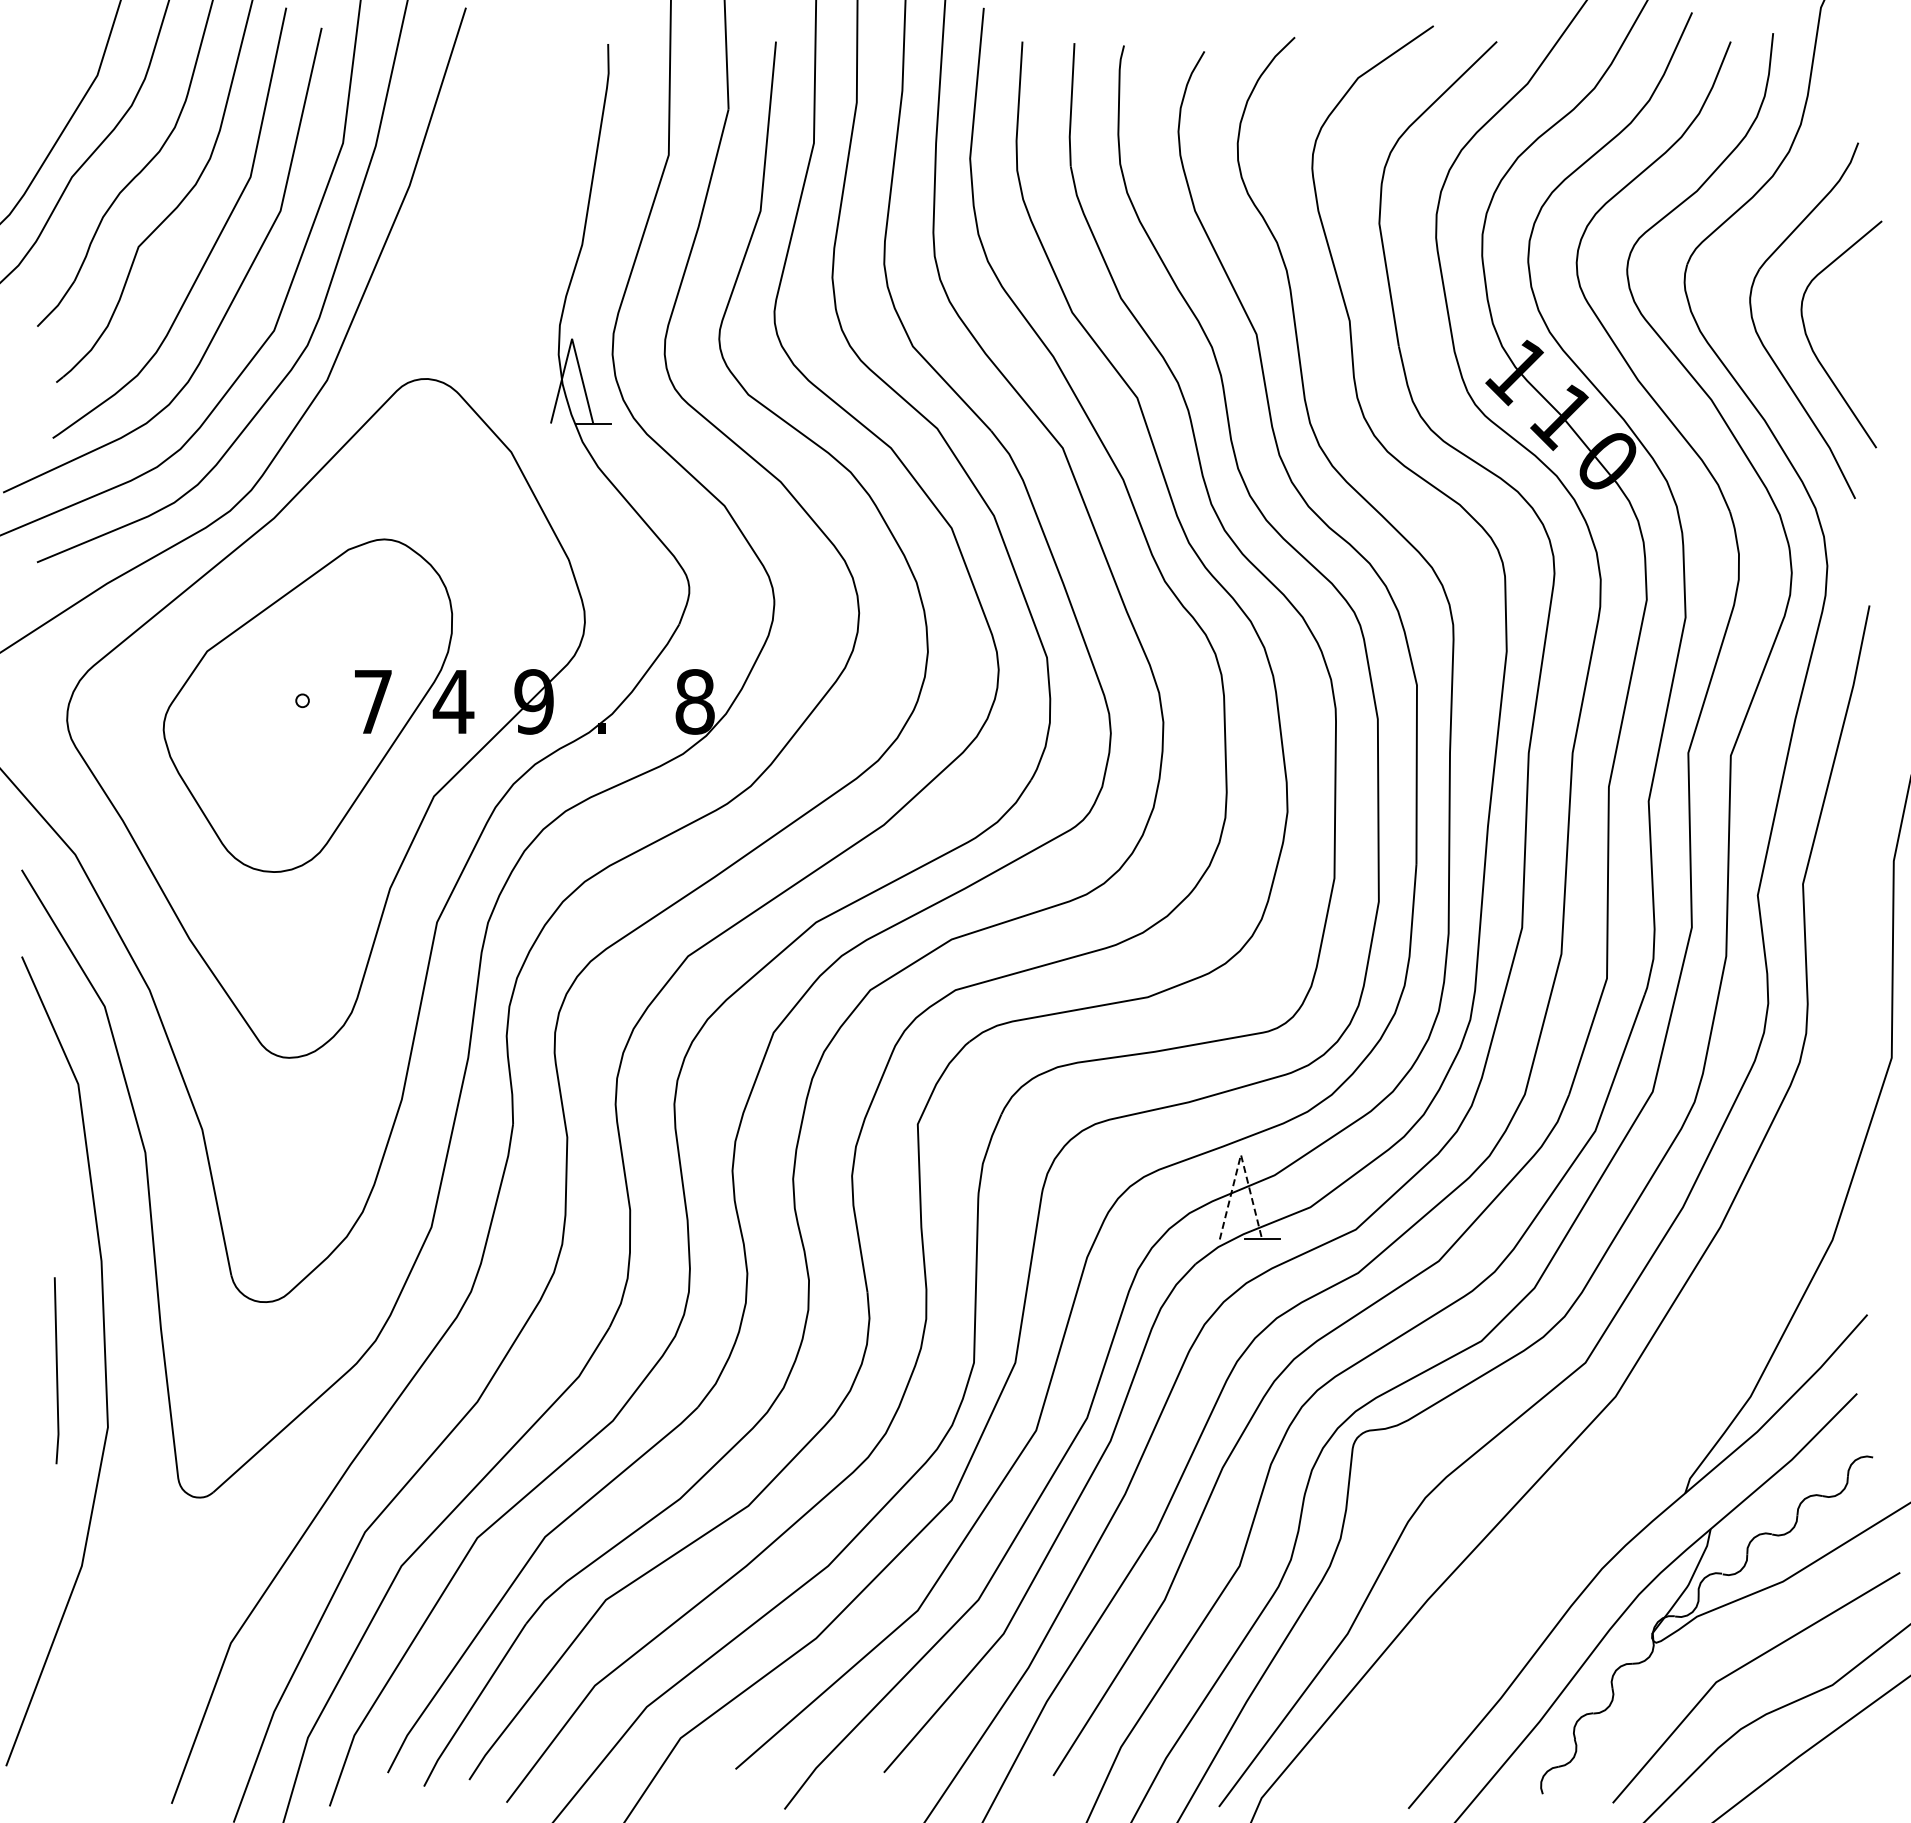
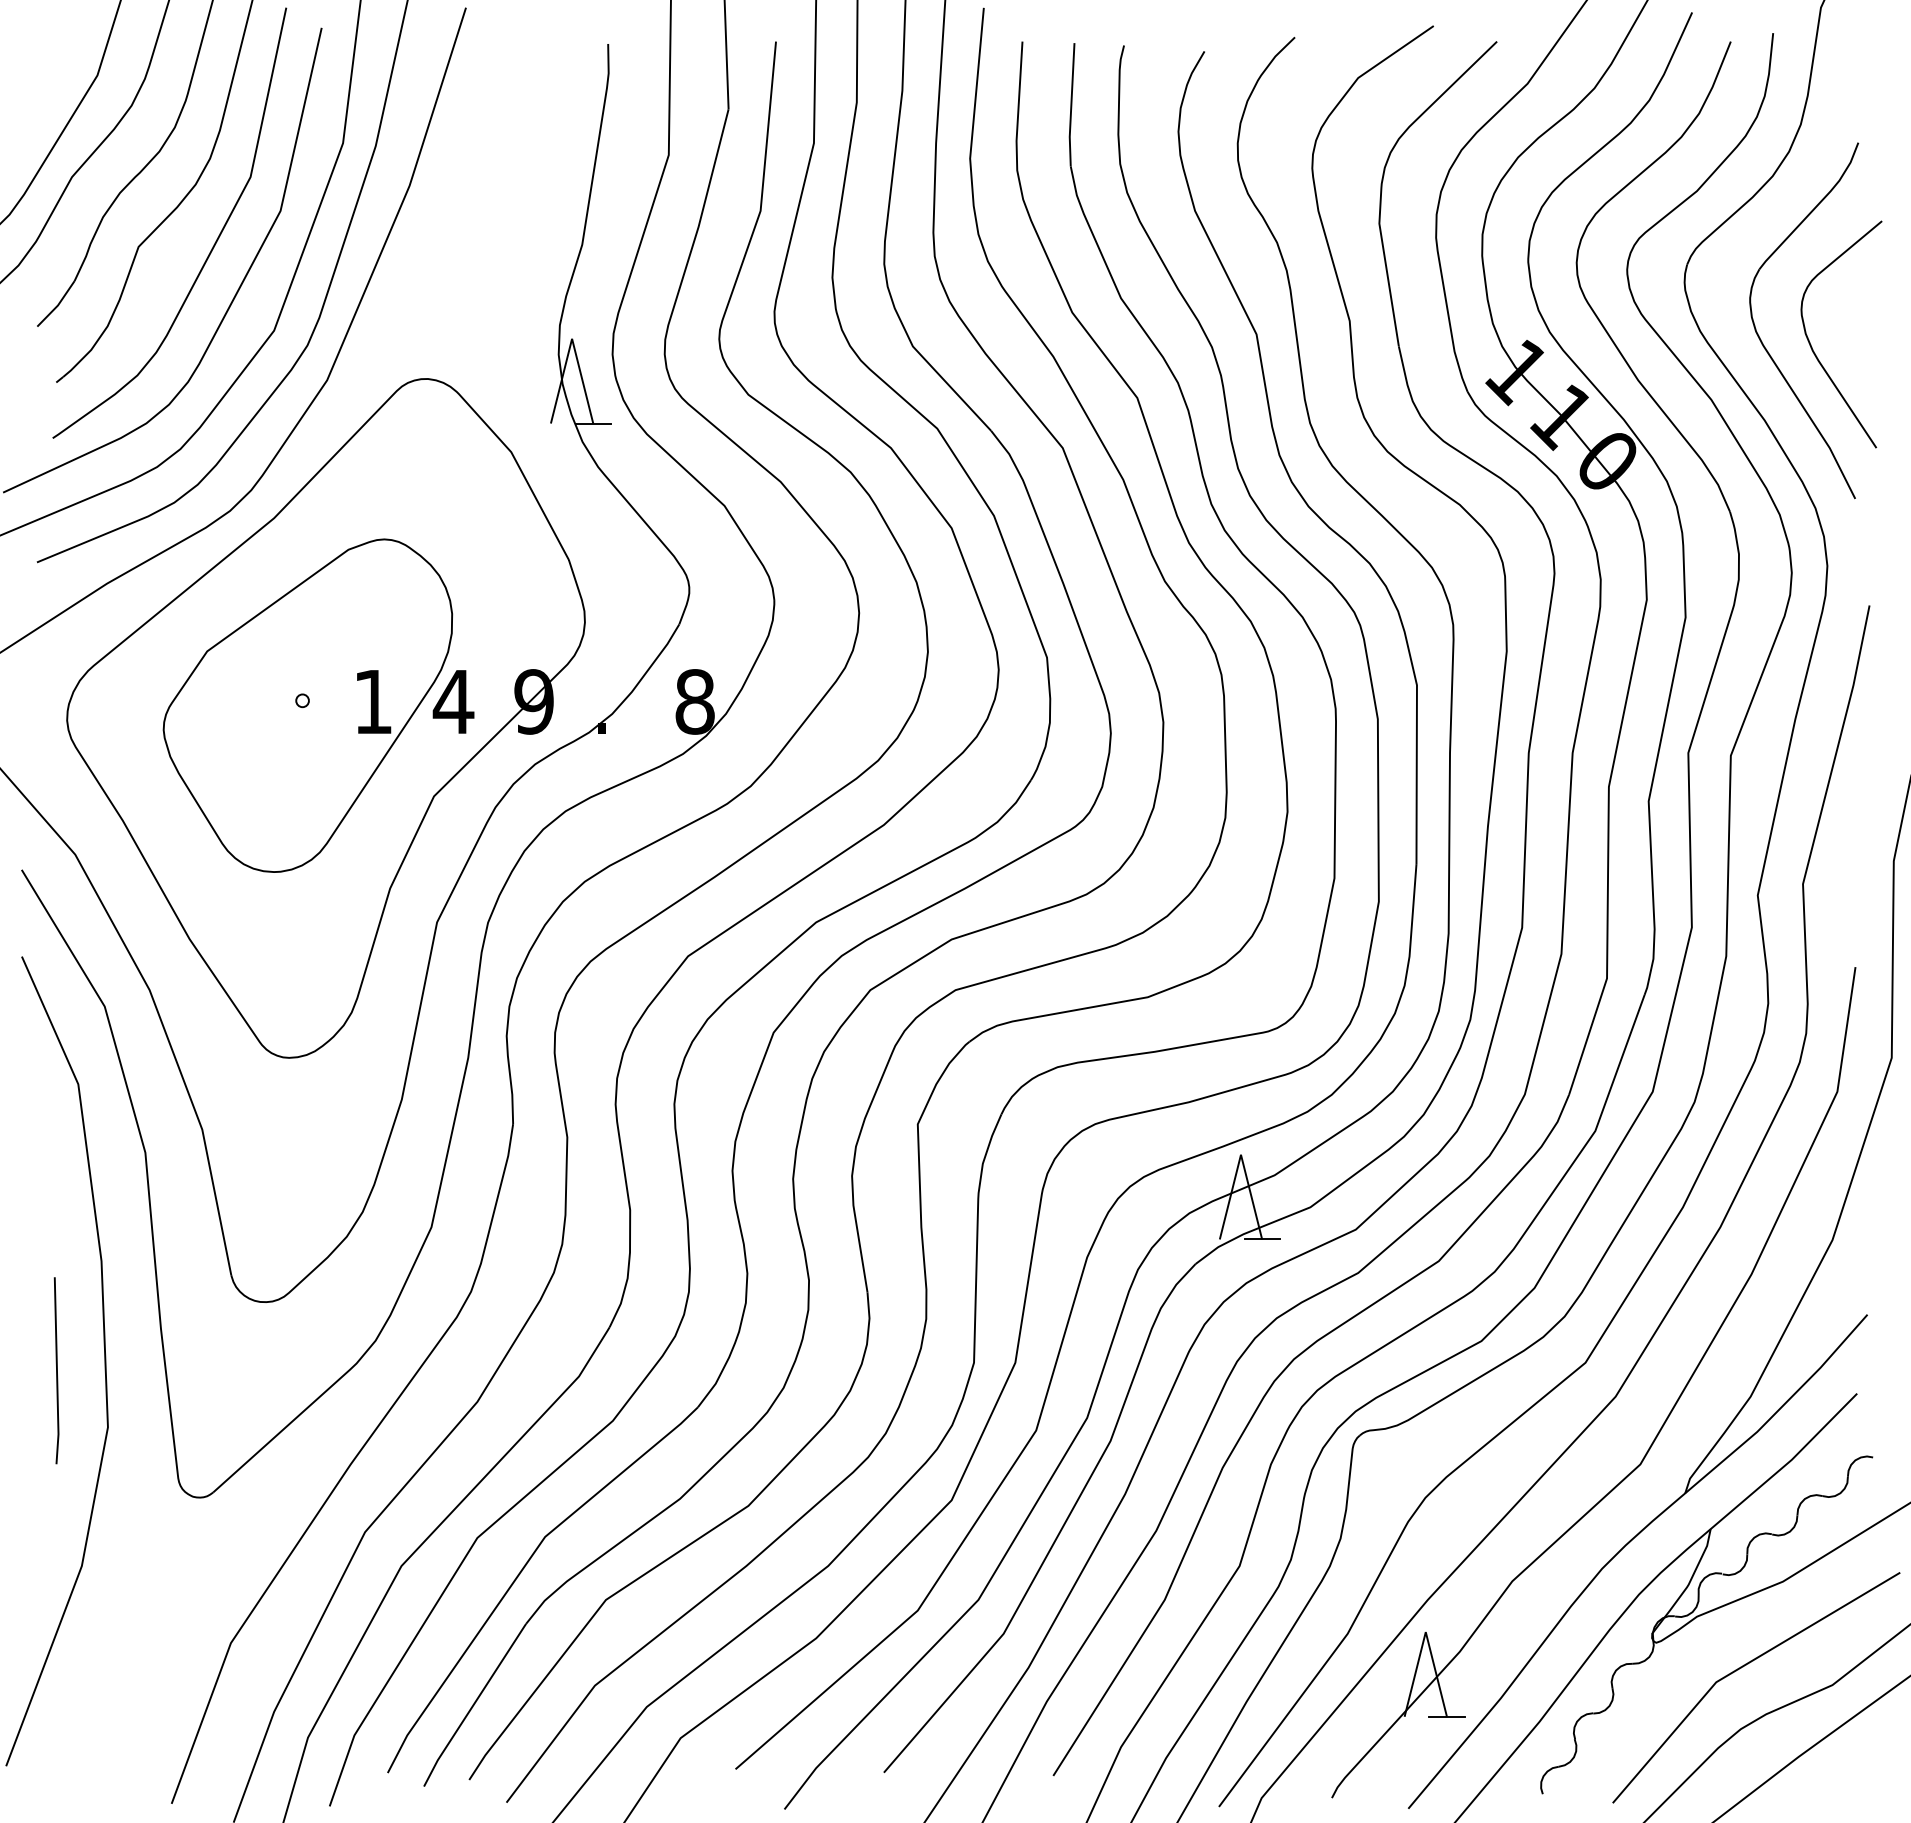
text at (373, 701): 7 -> 1
line at (1240, 1154): dashed -> solid
part at (1663, 1422): none -> present
